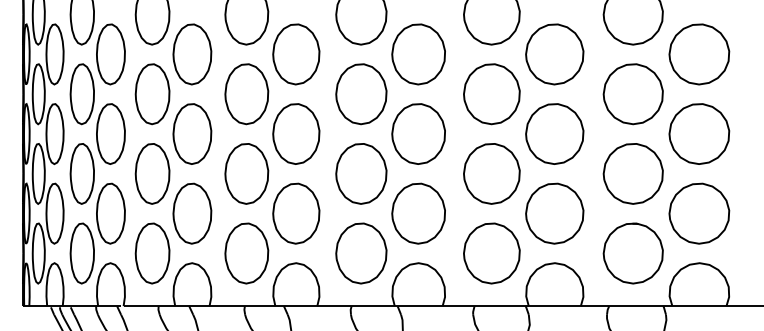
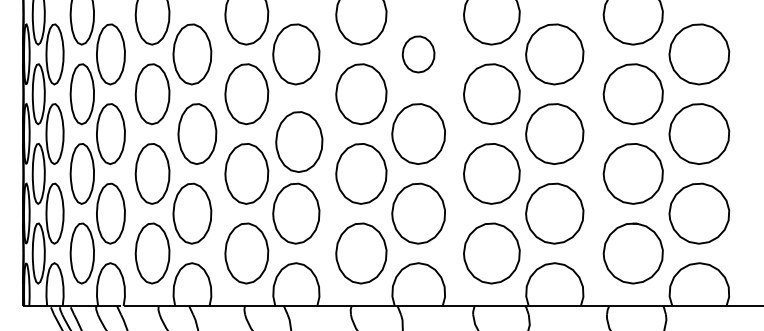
part at (418, 54) size: 55x63 px -> 35x39 px
part at (192, 133) position: (192, 133) -> (197, 133)
part at (296, 133) position: (296, 133) -> (299, 141)
